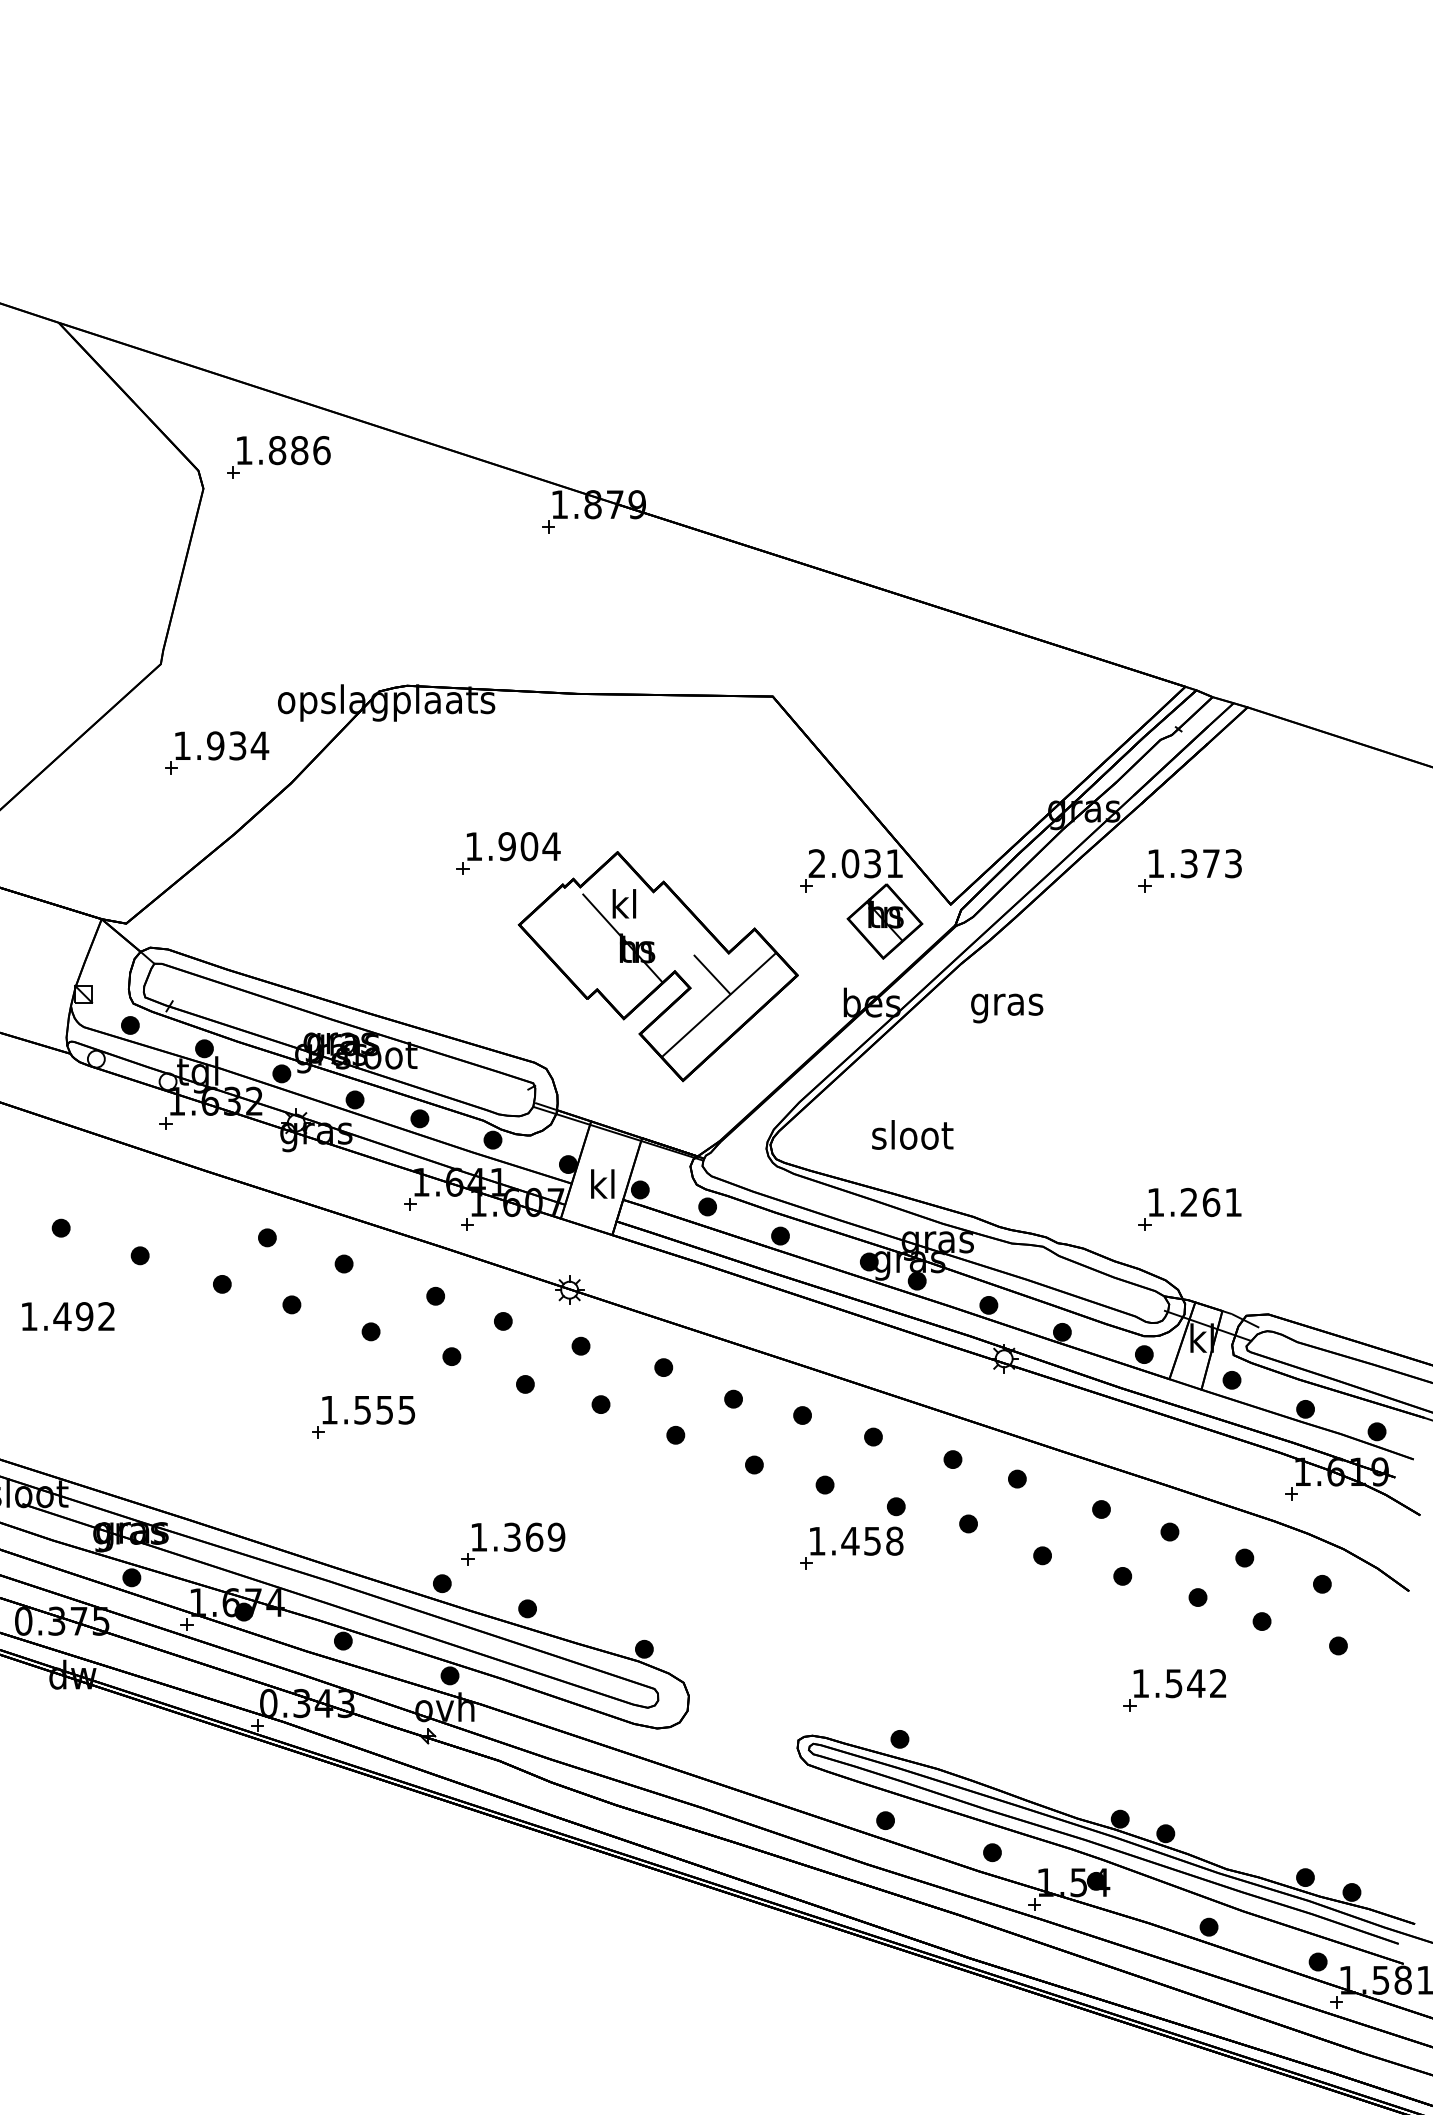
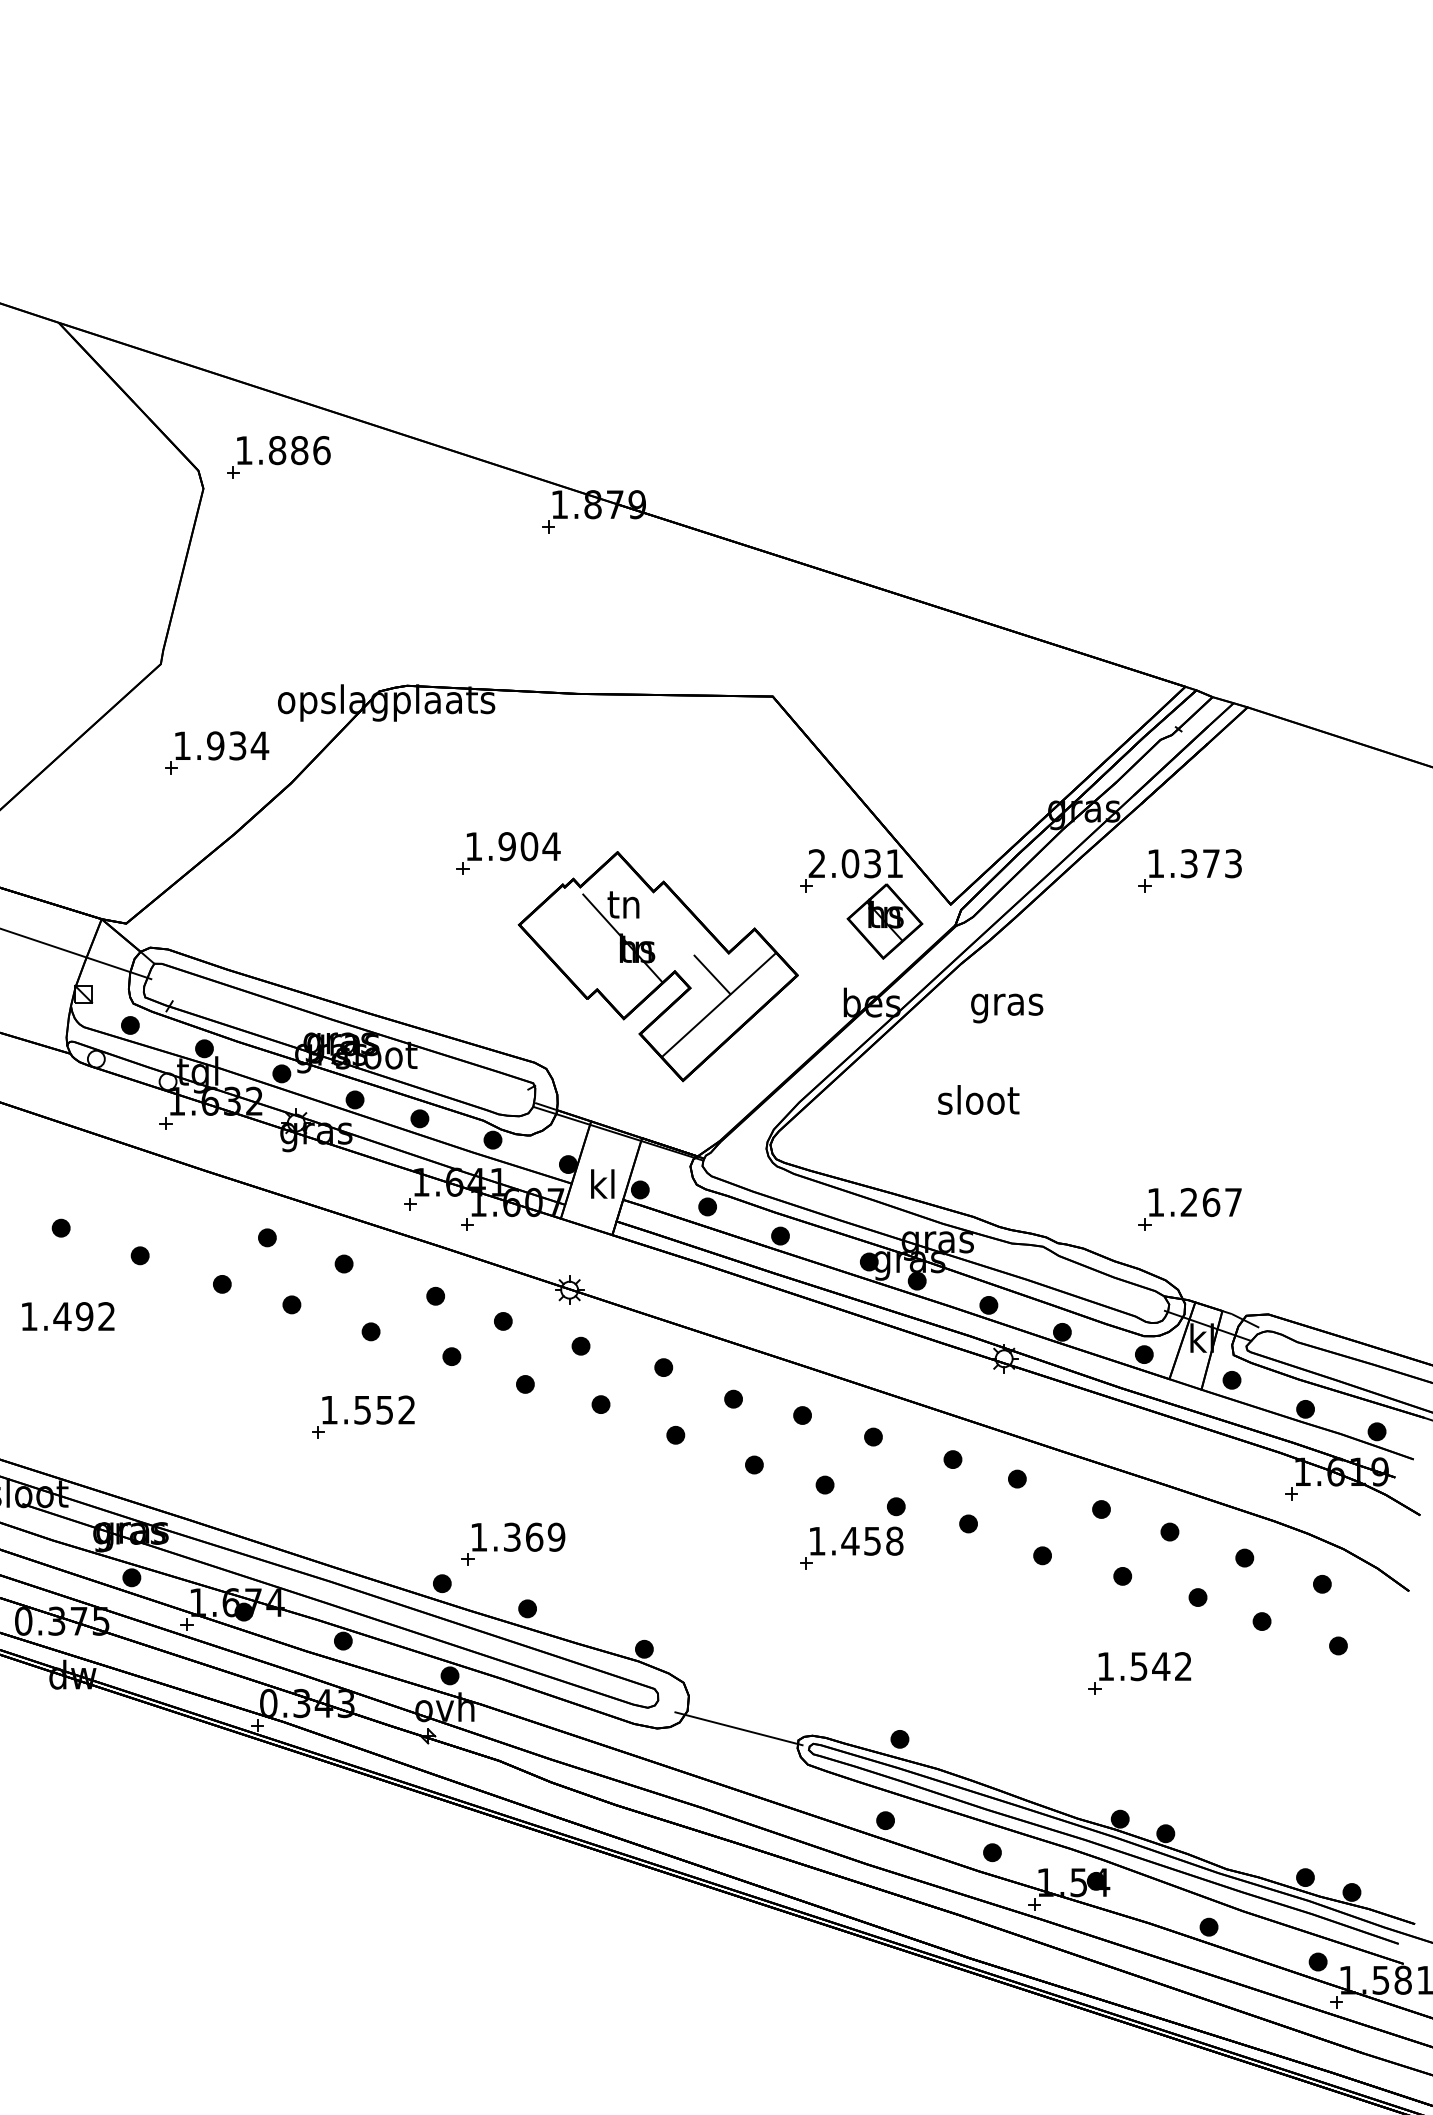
text at (623, 903): kl -> tn
line at (76, 954): none -> present
text at (912, 1134) position: (912, 1134) -> (978, 1099)
text at (1233, 1202): 1.261 -> 1.267
text at (406, 1409): 1.555 -> 1.552
part at (1174, 1690) position: (1174, 1690) -> (1139, 1673)
line at (738, 1728): none -> present
